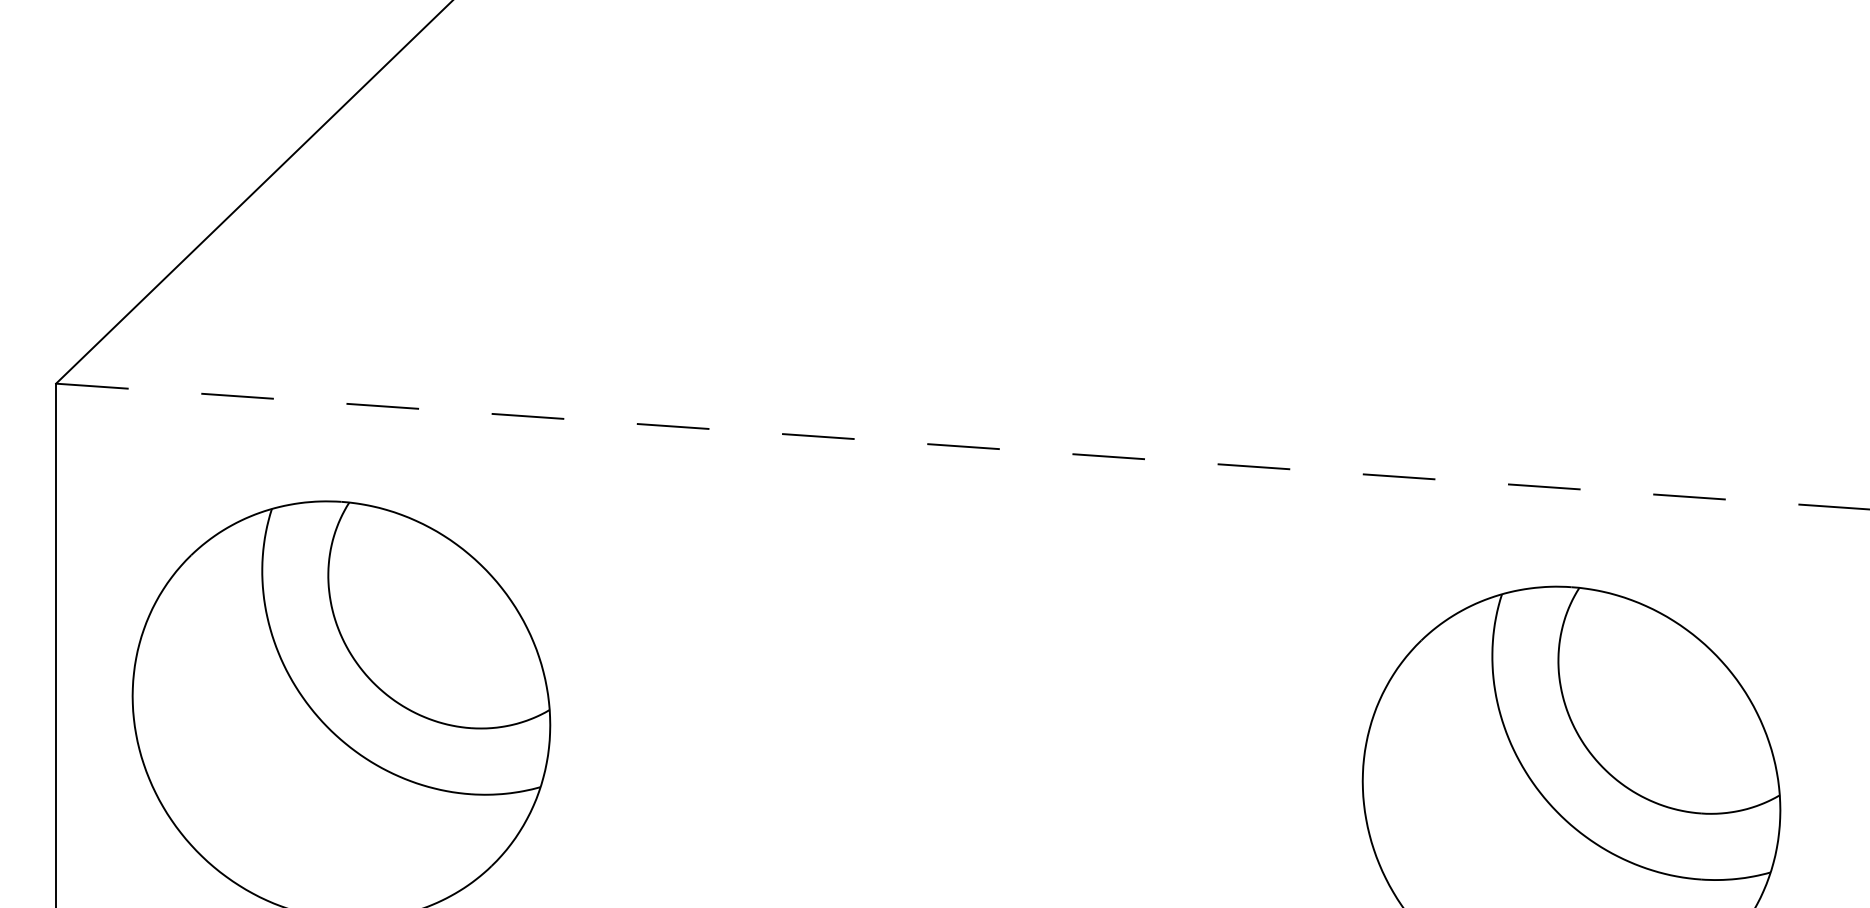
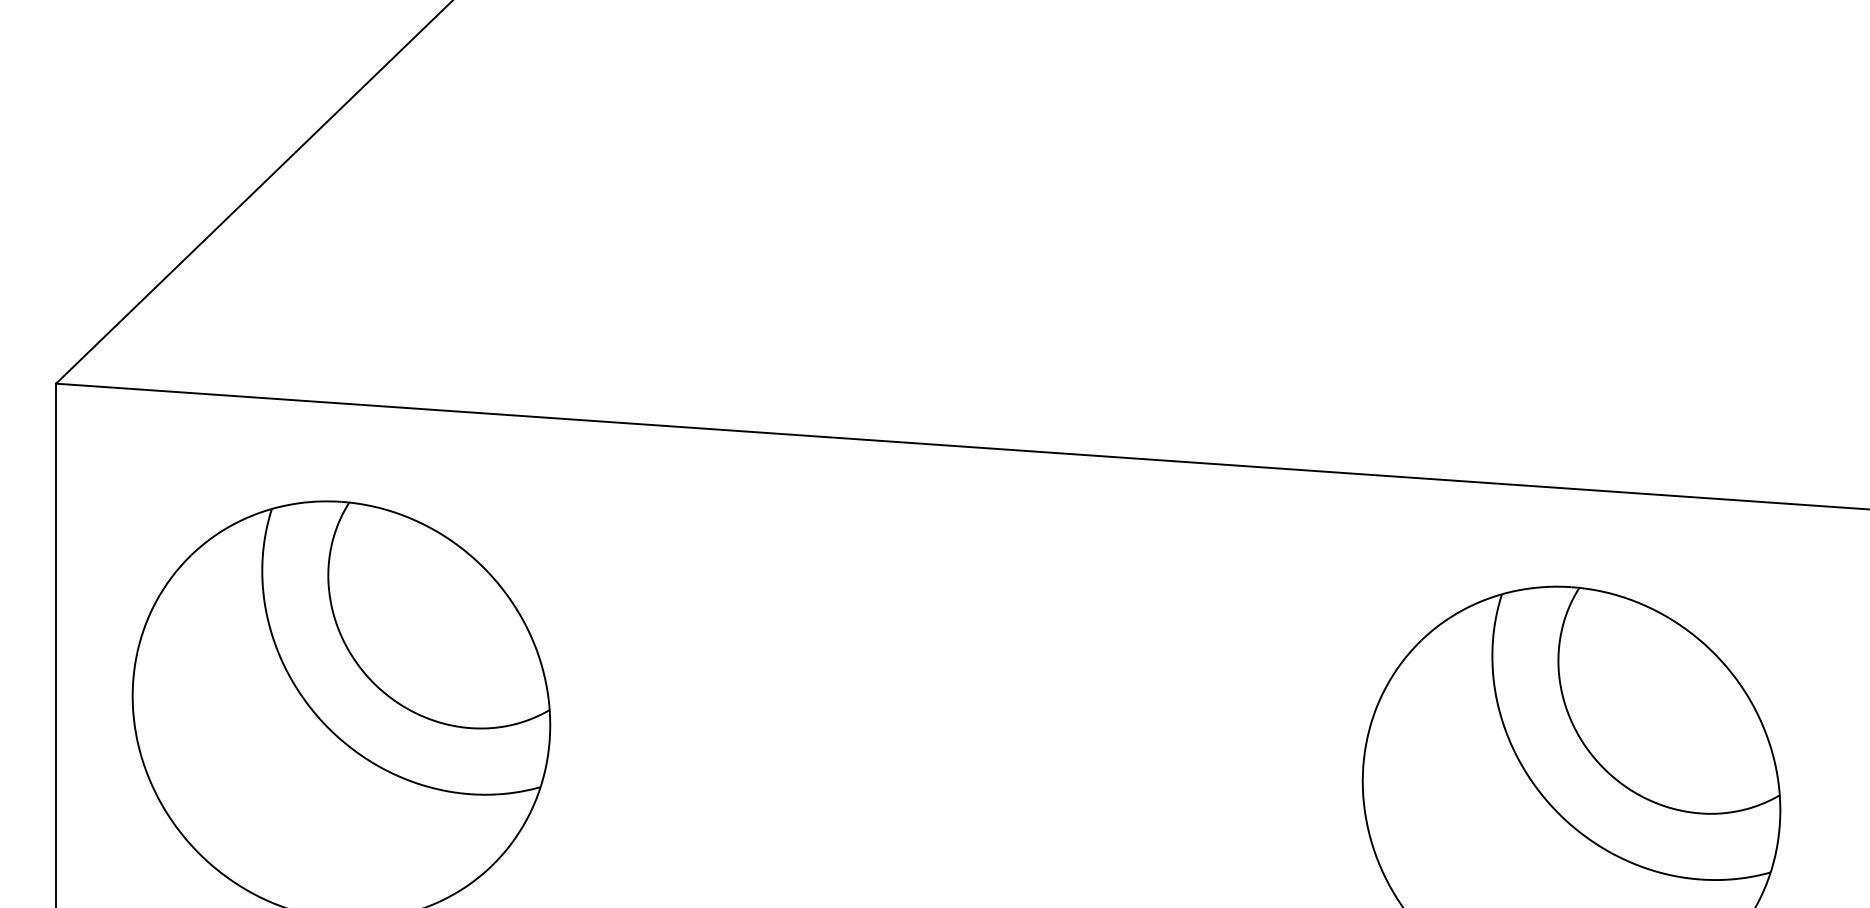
line at (962, 446): dashed -> solid
